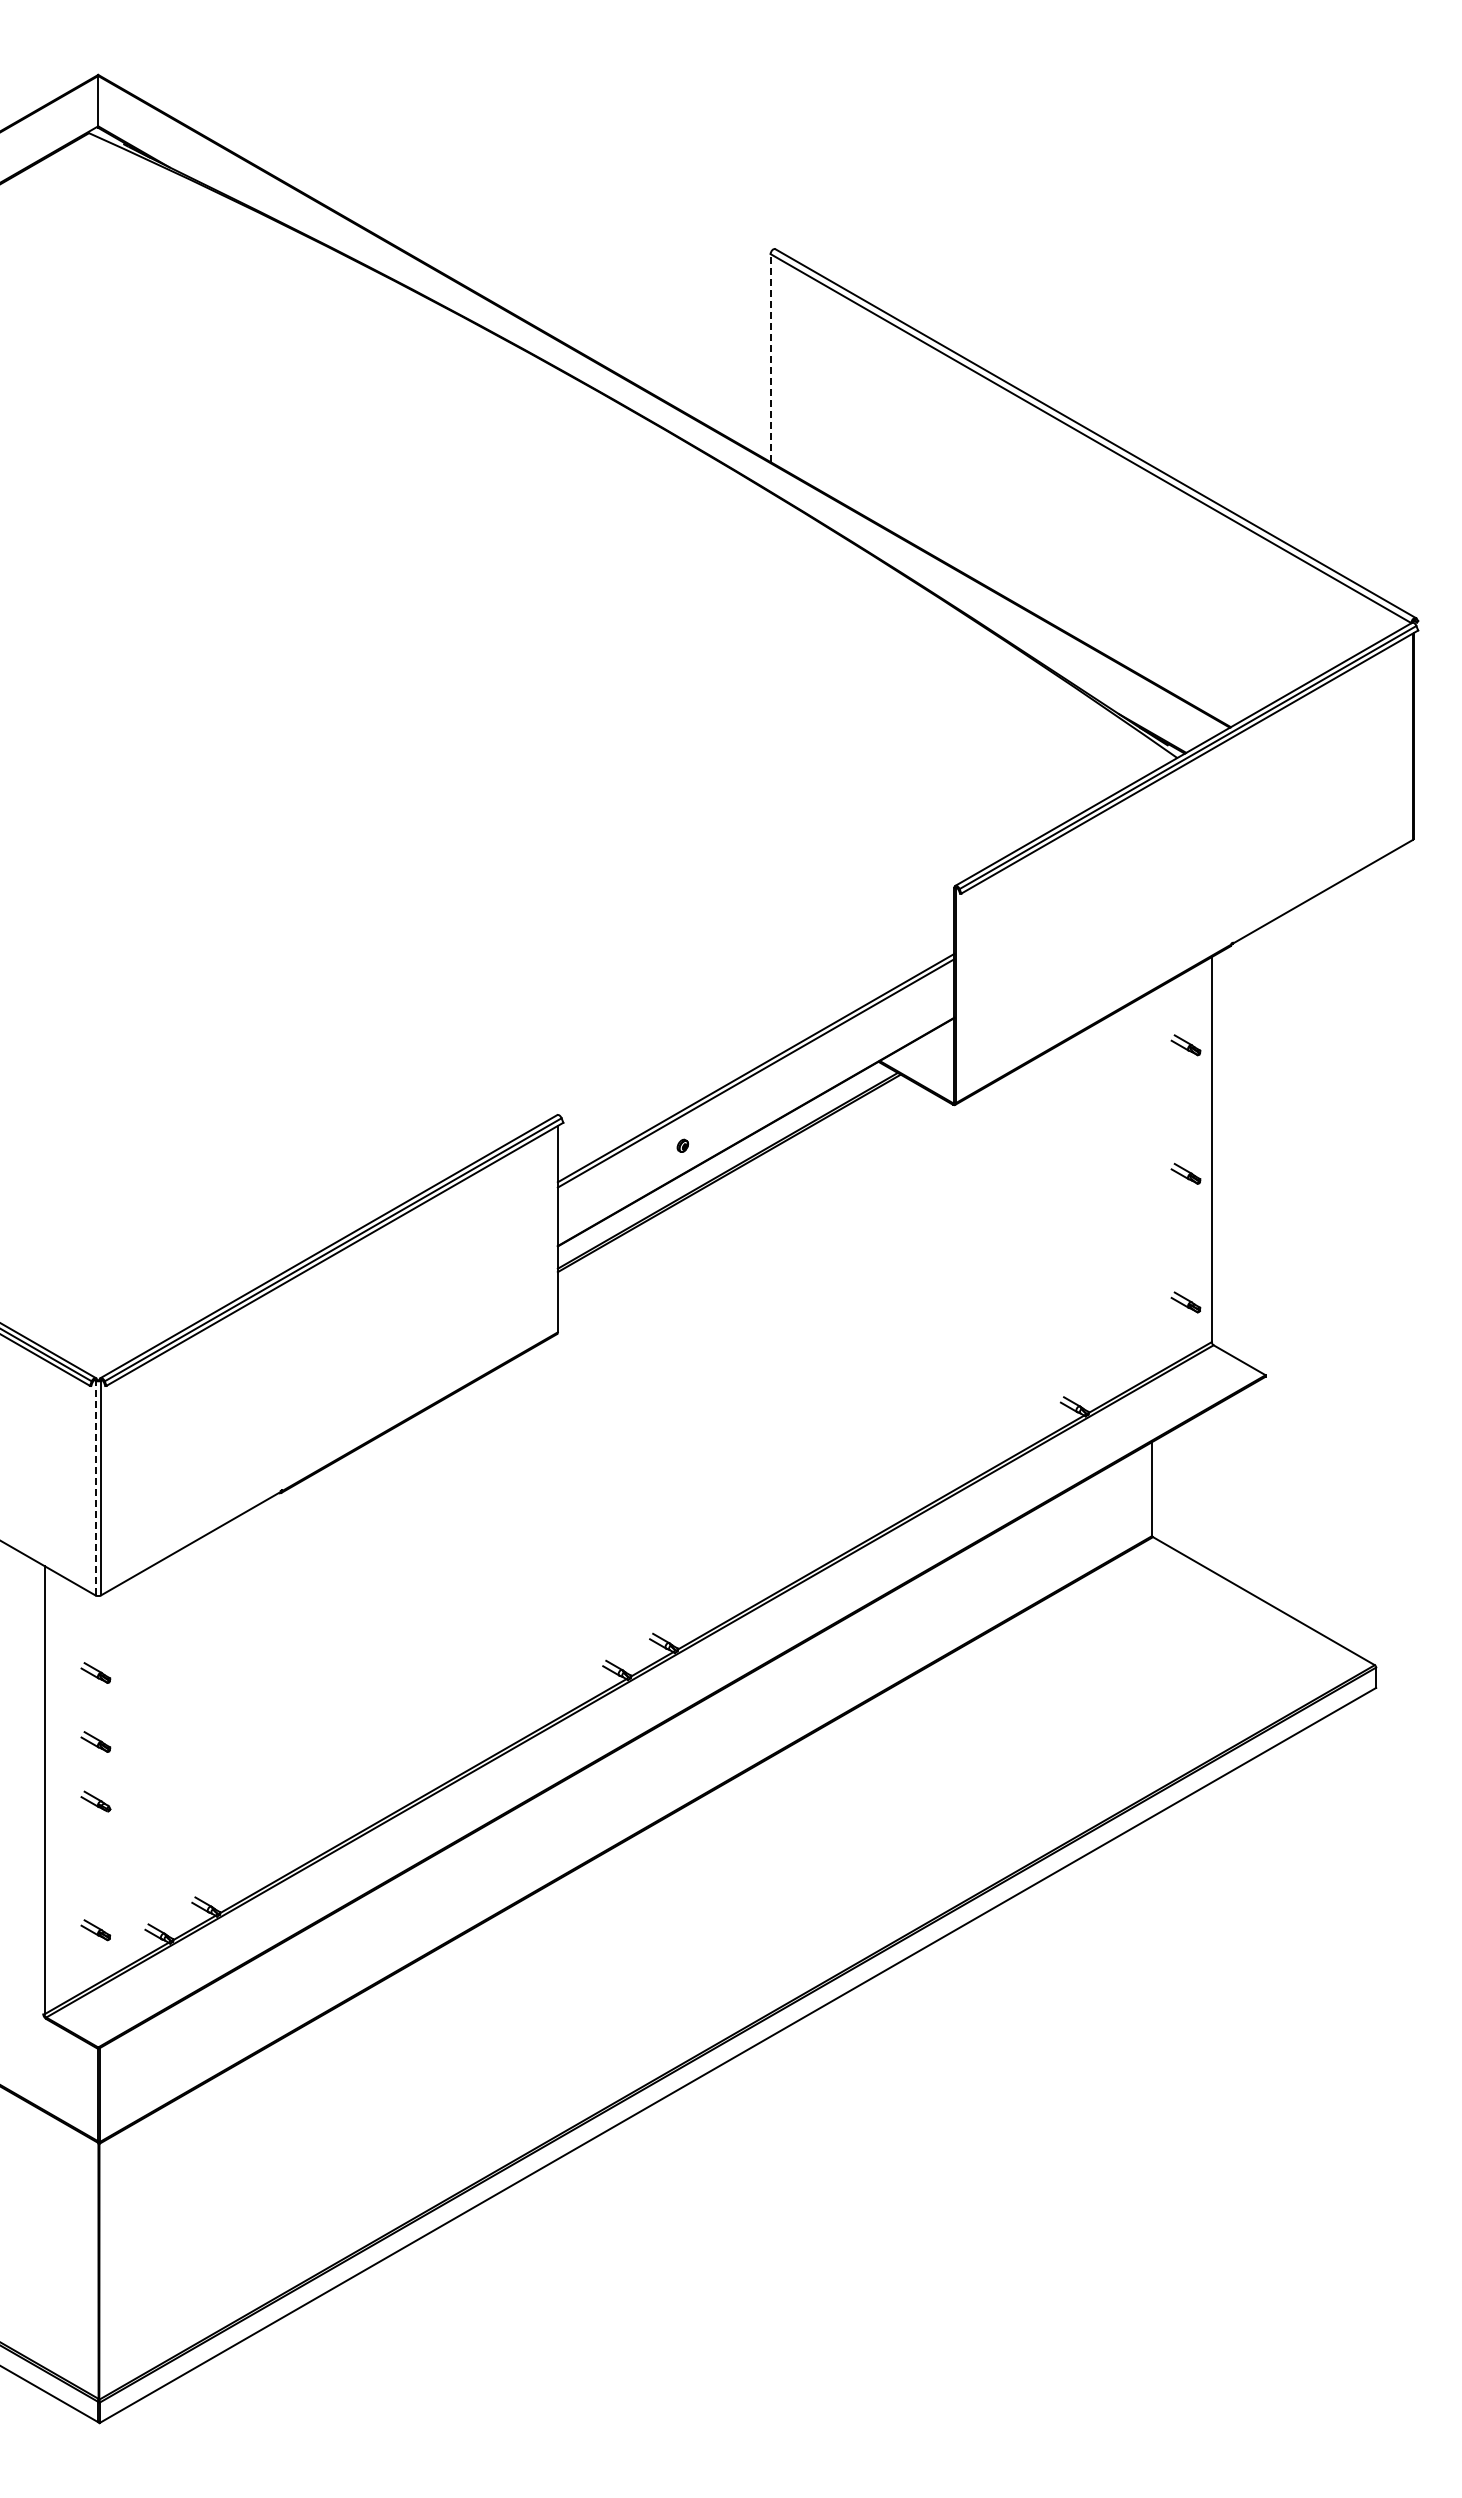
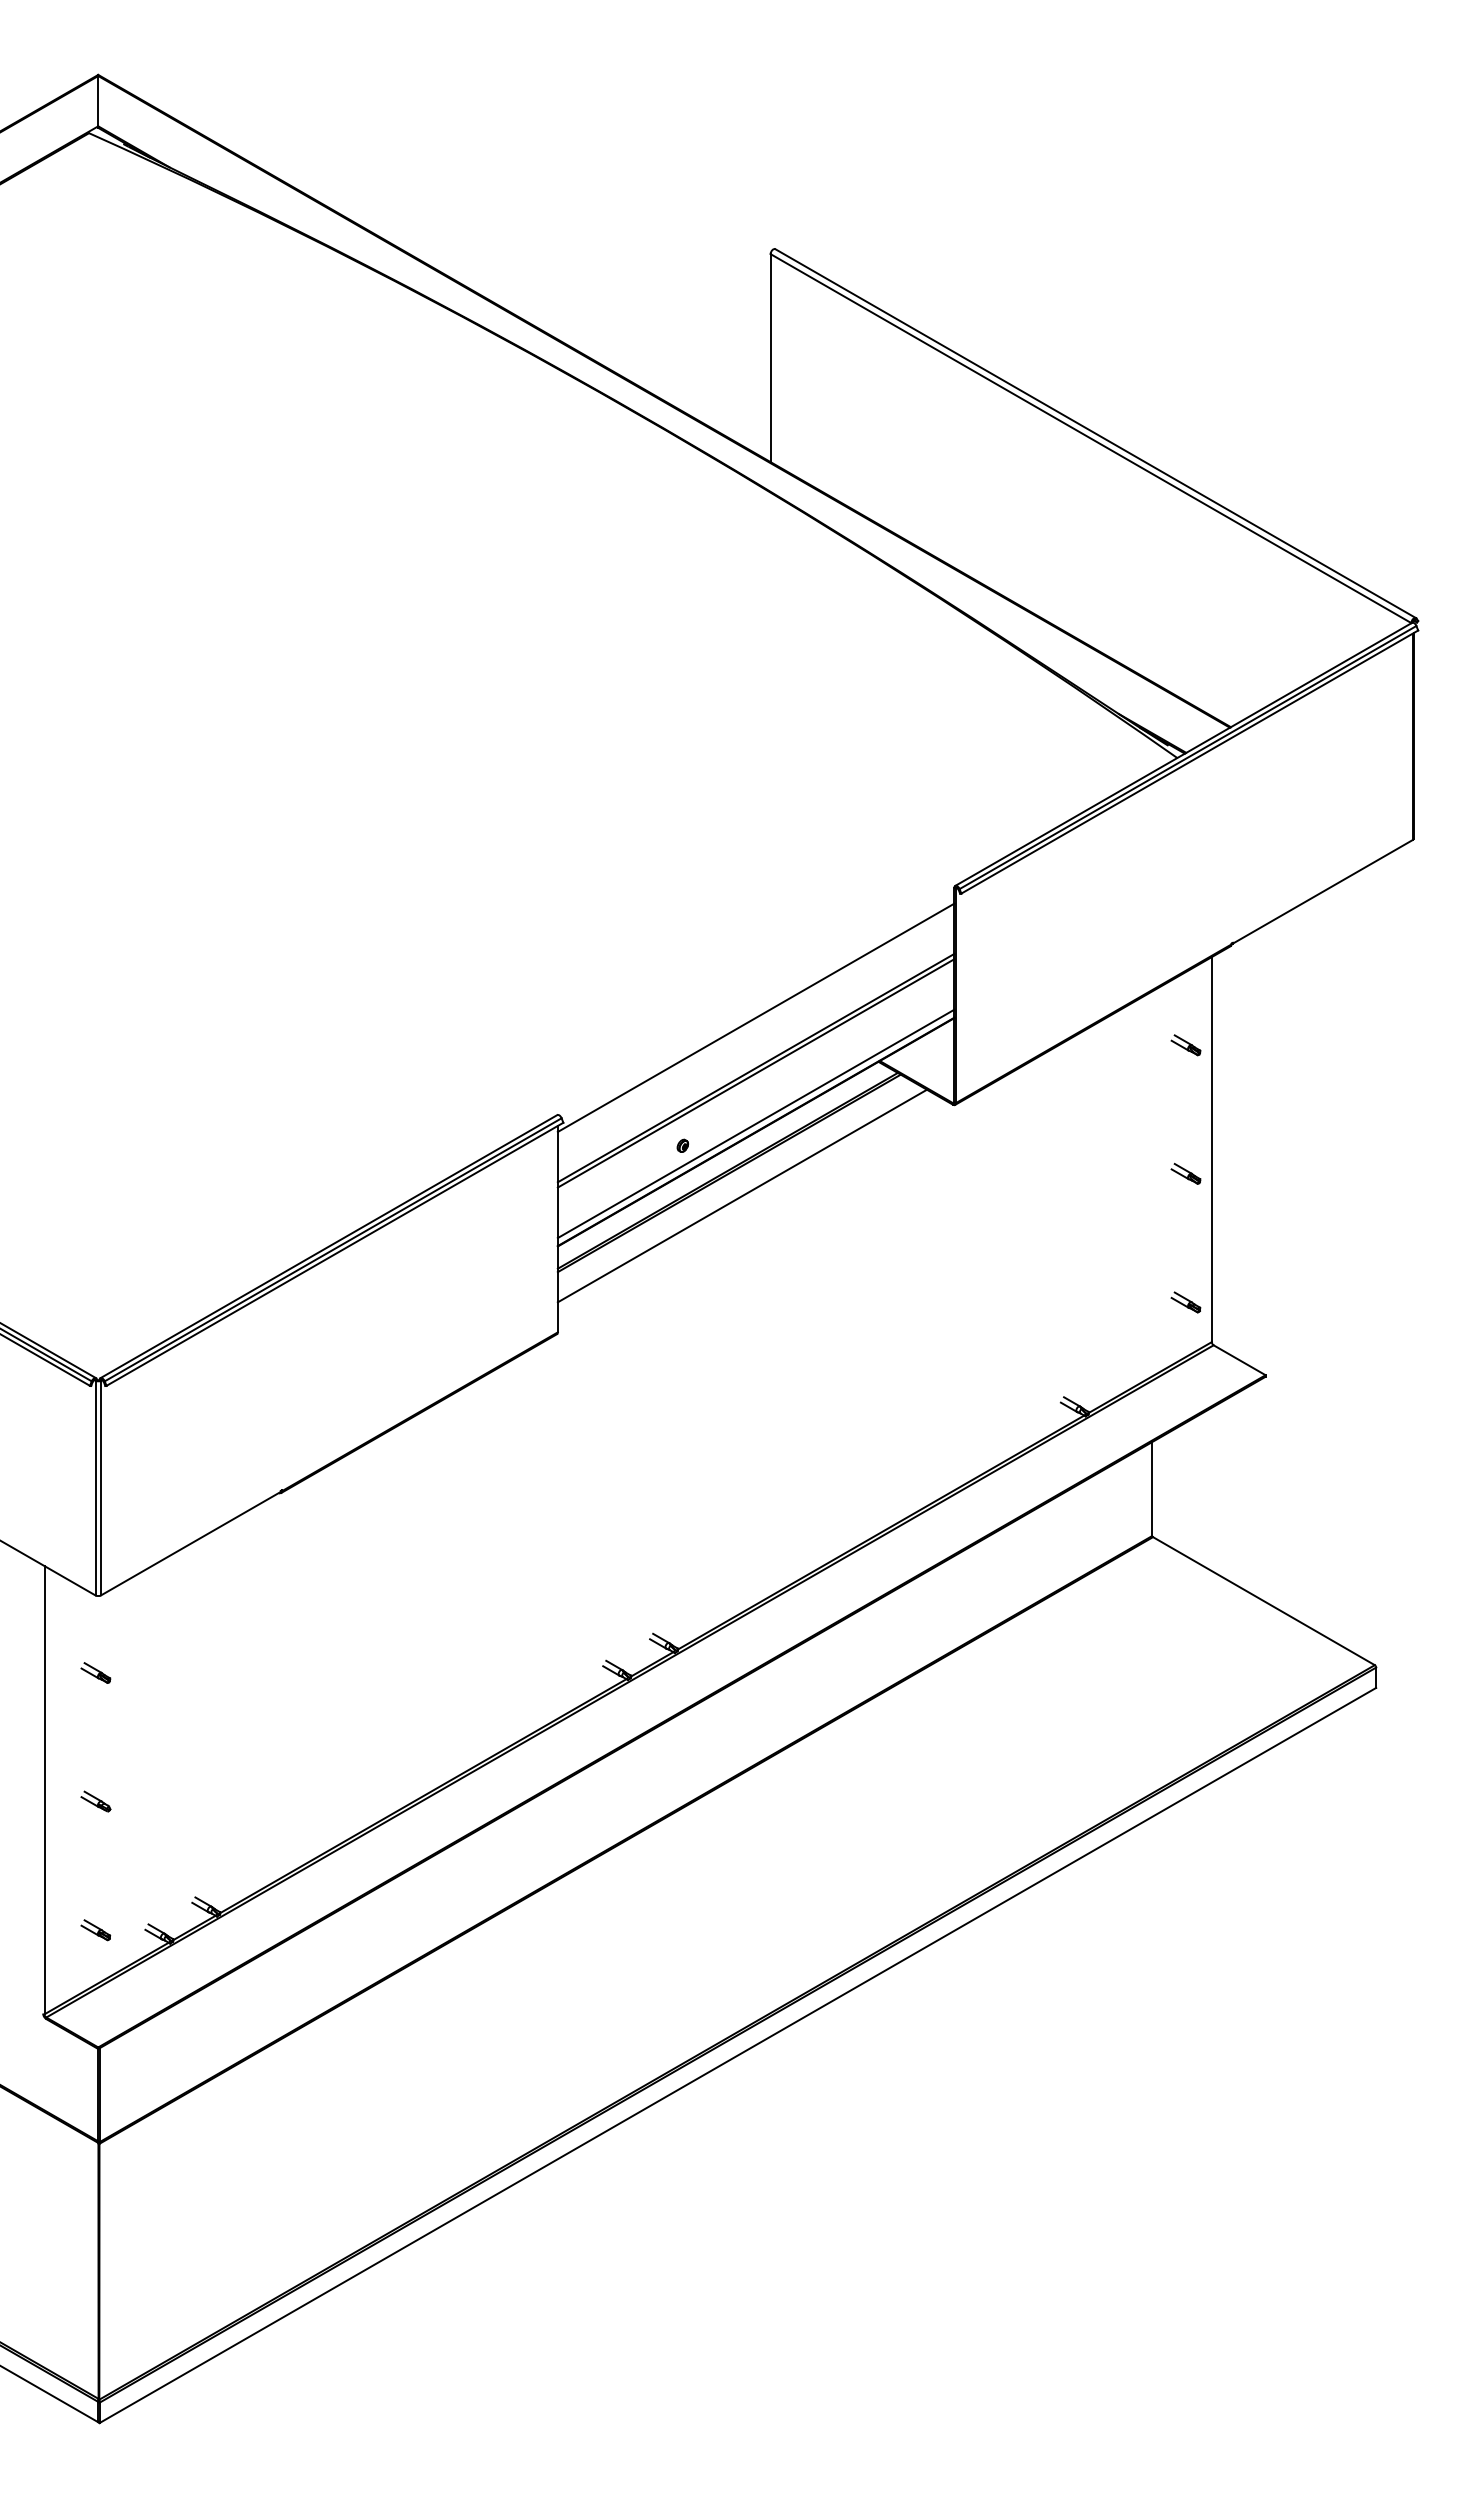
line at (770, 358): dashed -> solid
line at (755, 1017): none -> present
line at (755, 1123): none -> present
line at (742, 1195): none -> present
line at (95, 1487): dashed -> solid
part at (95, 1741): present -> none
